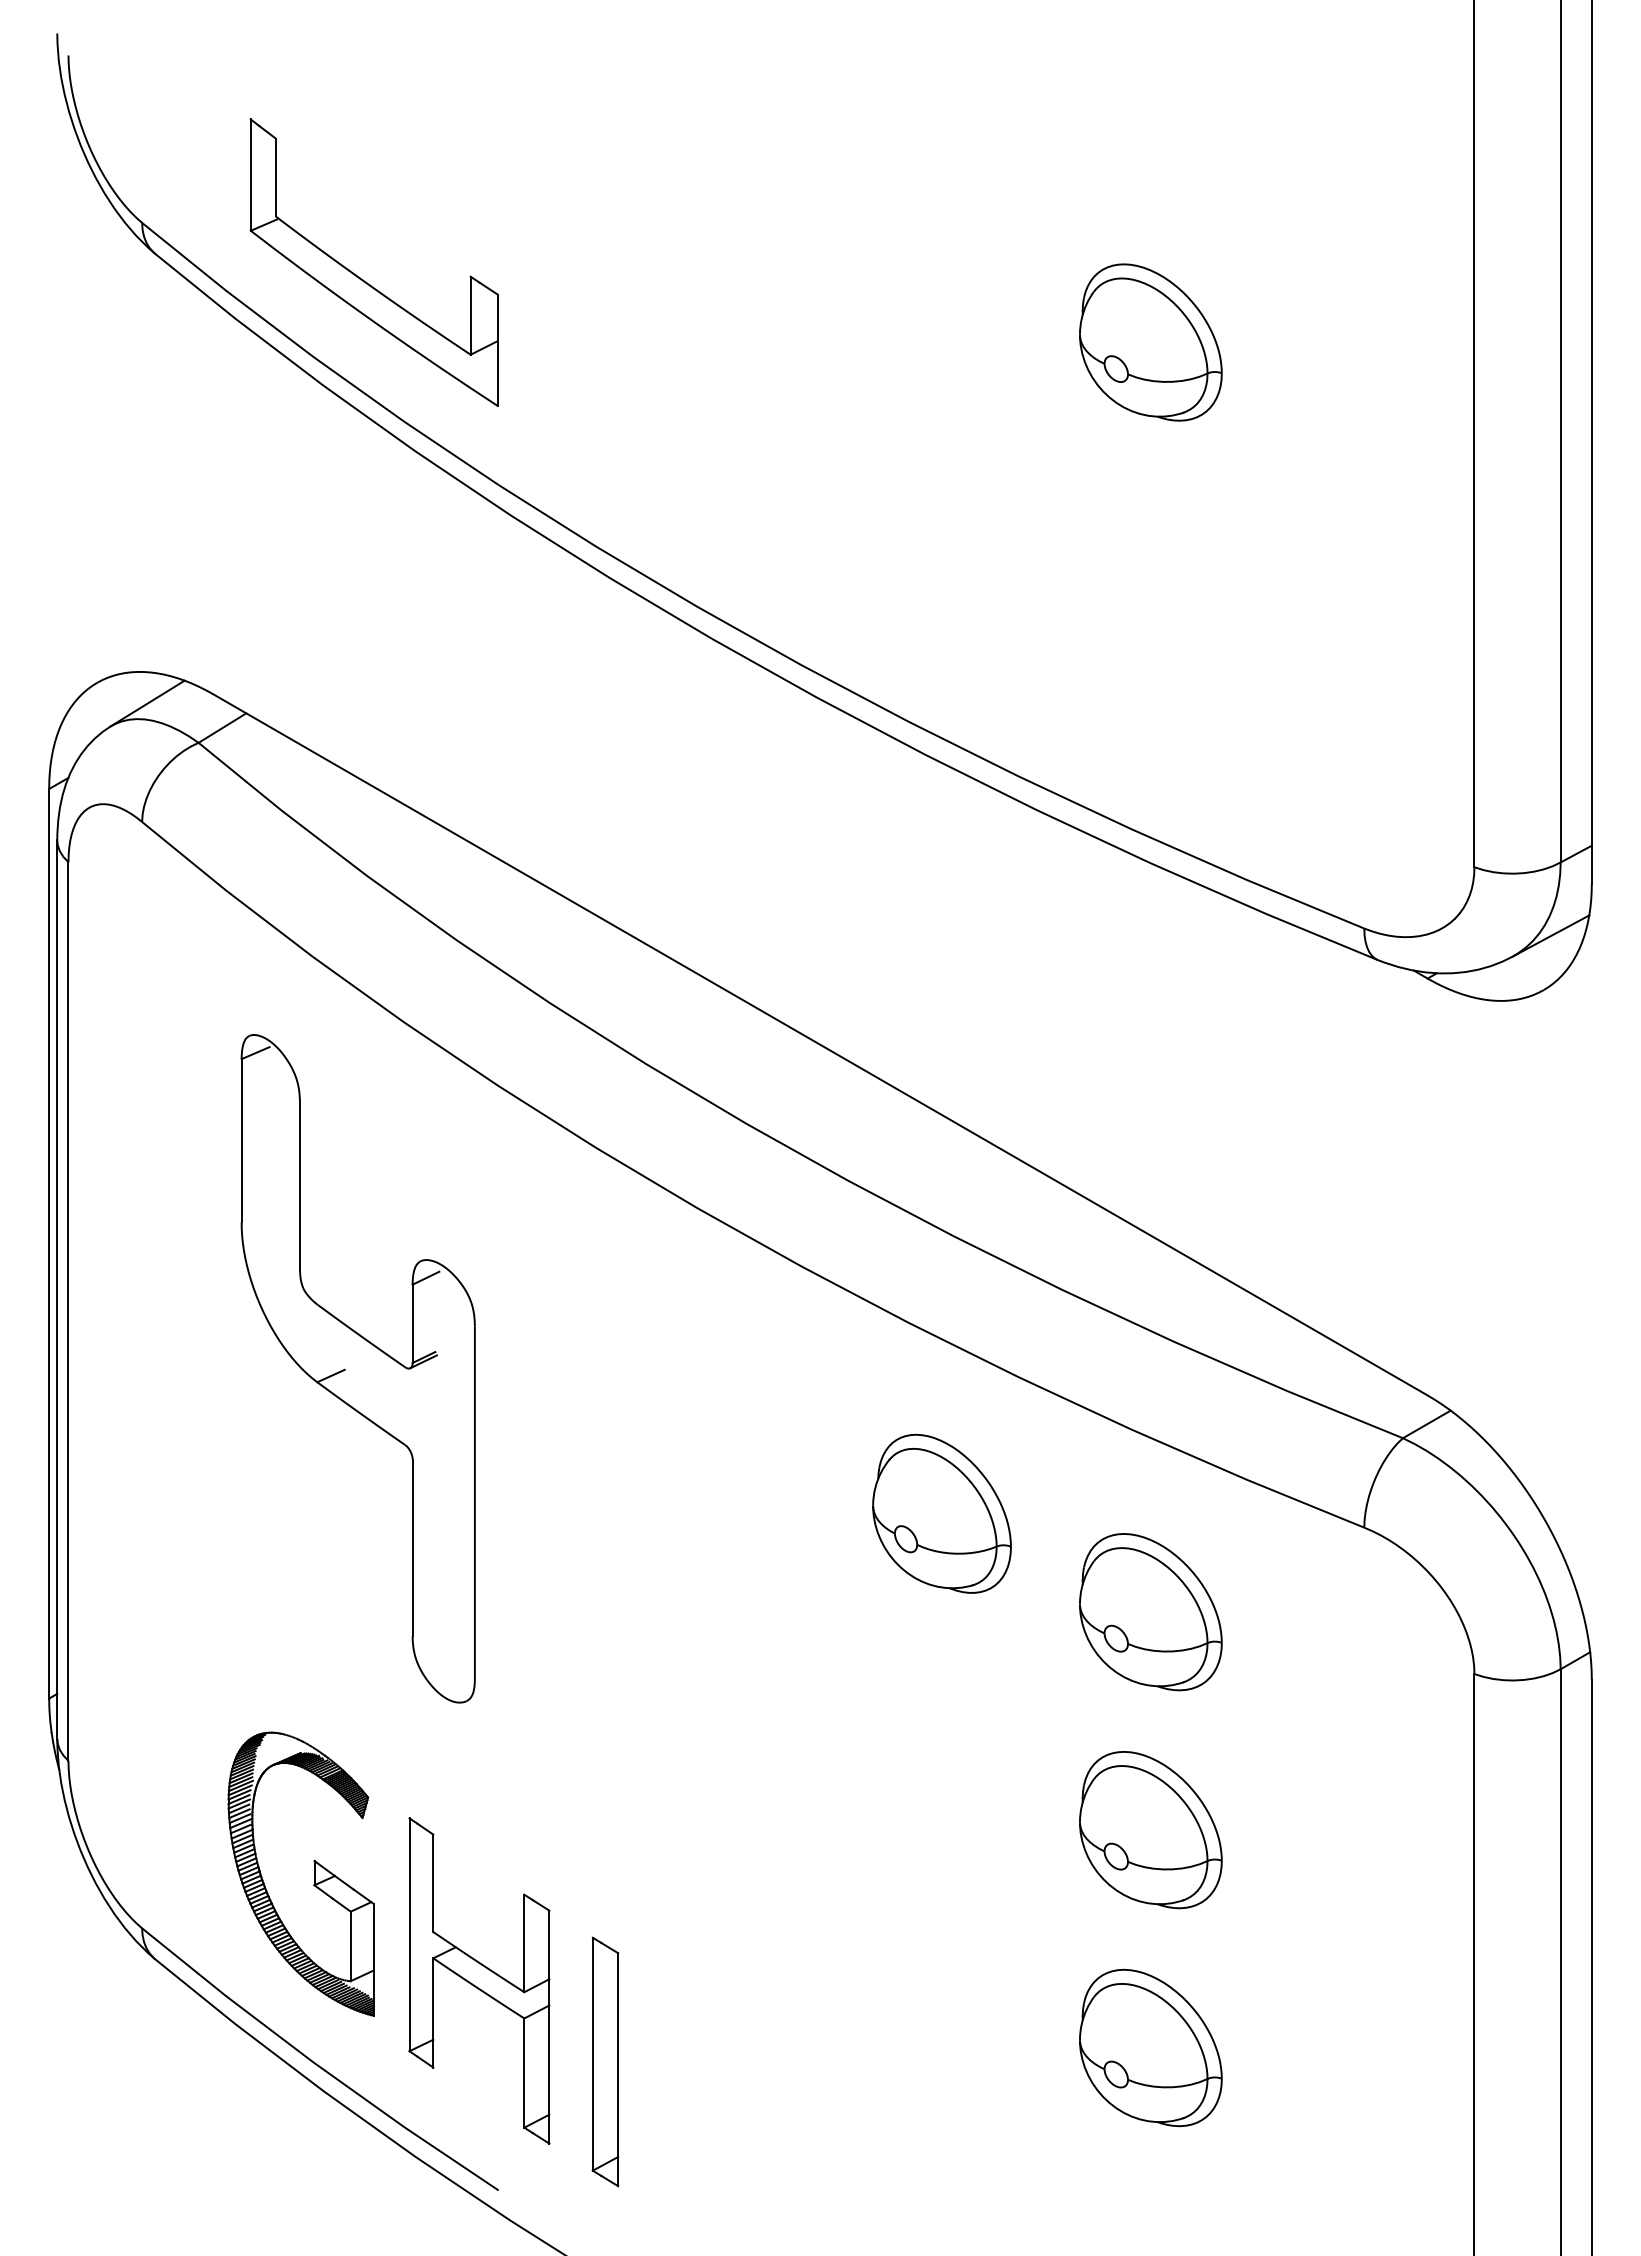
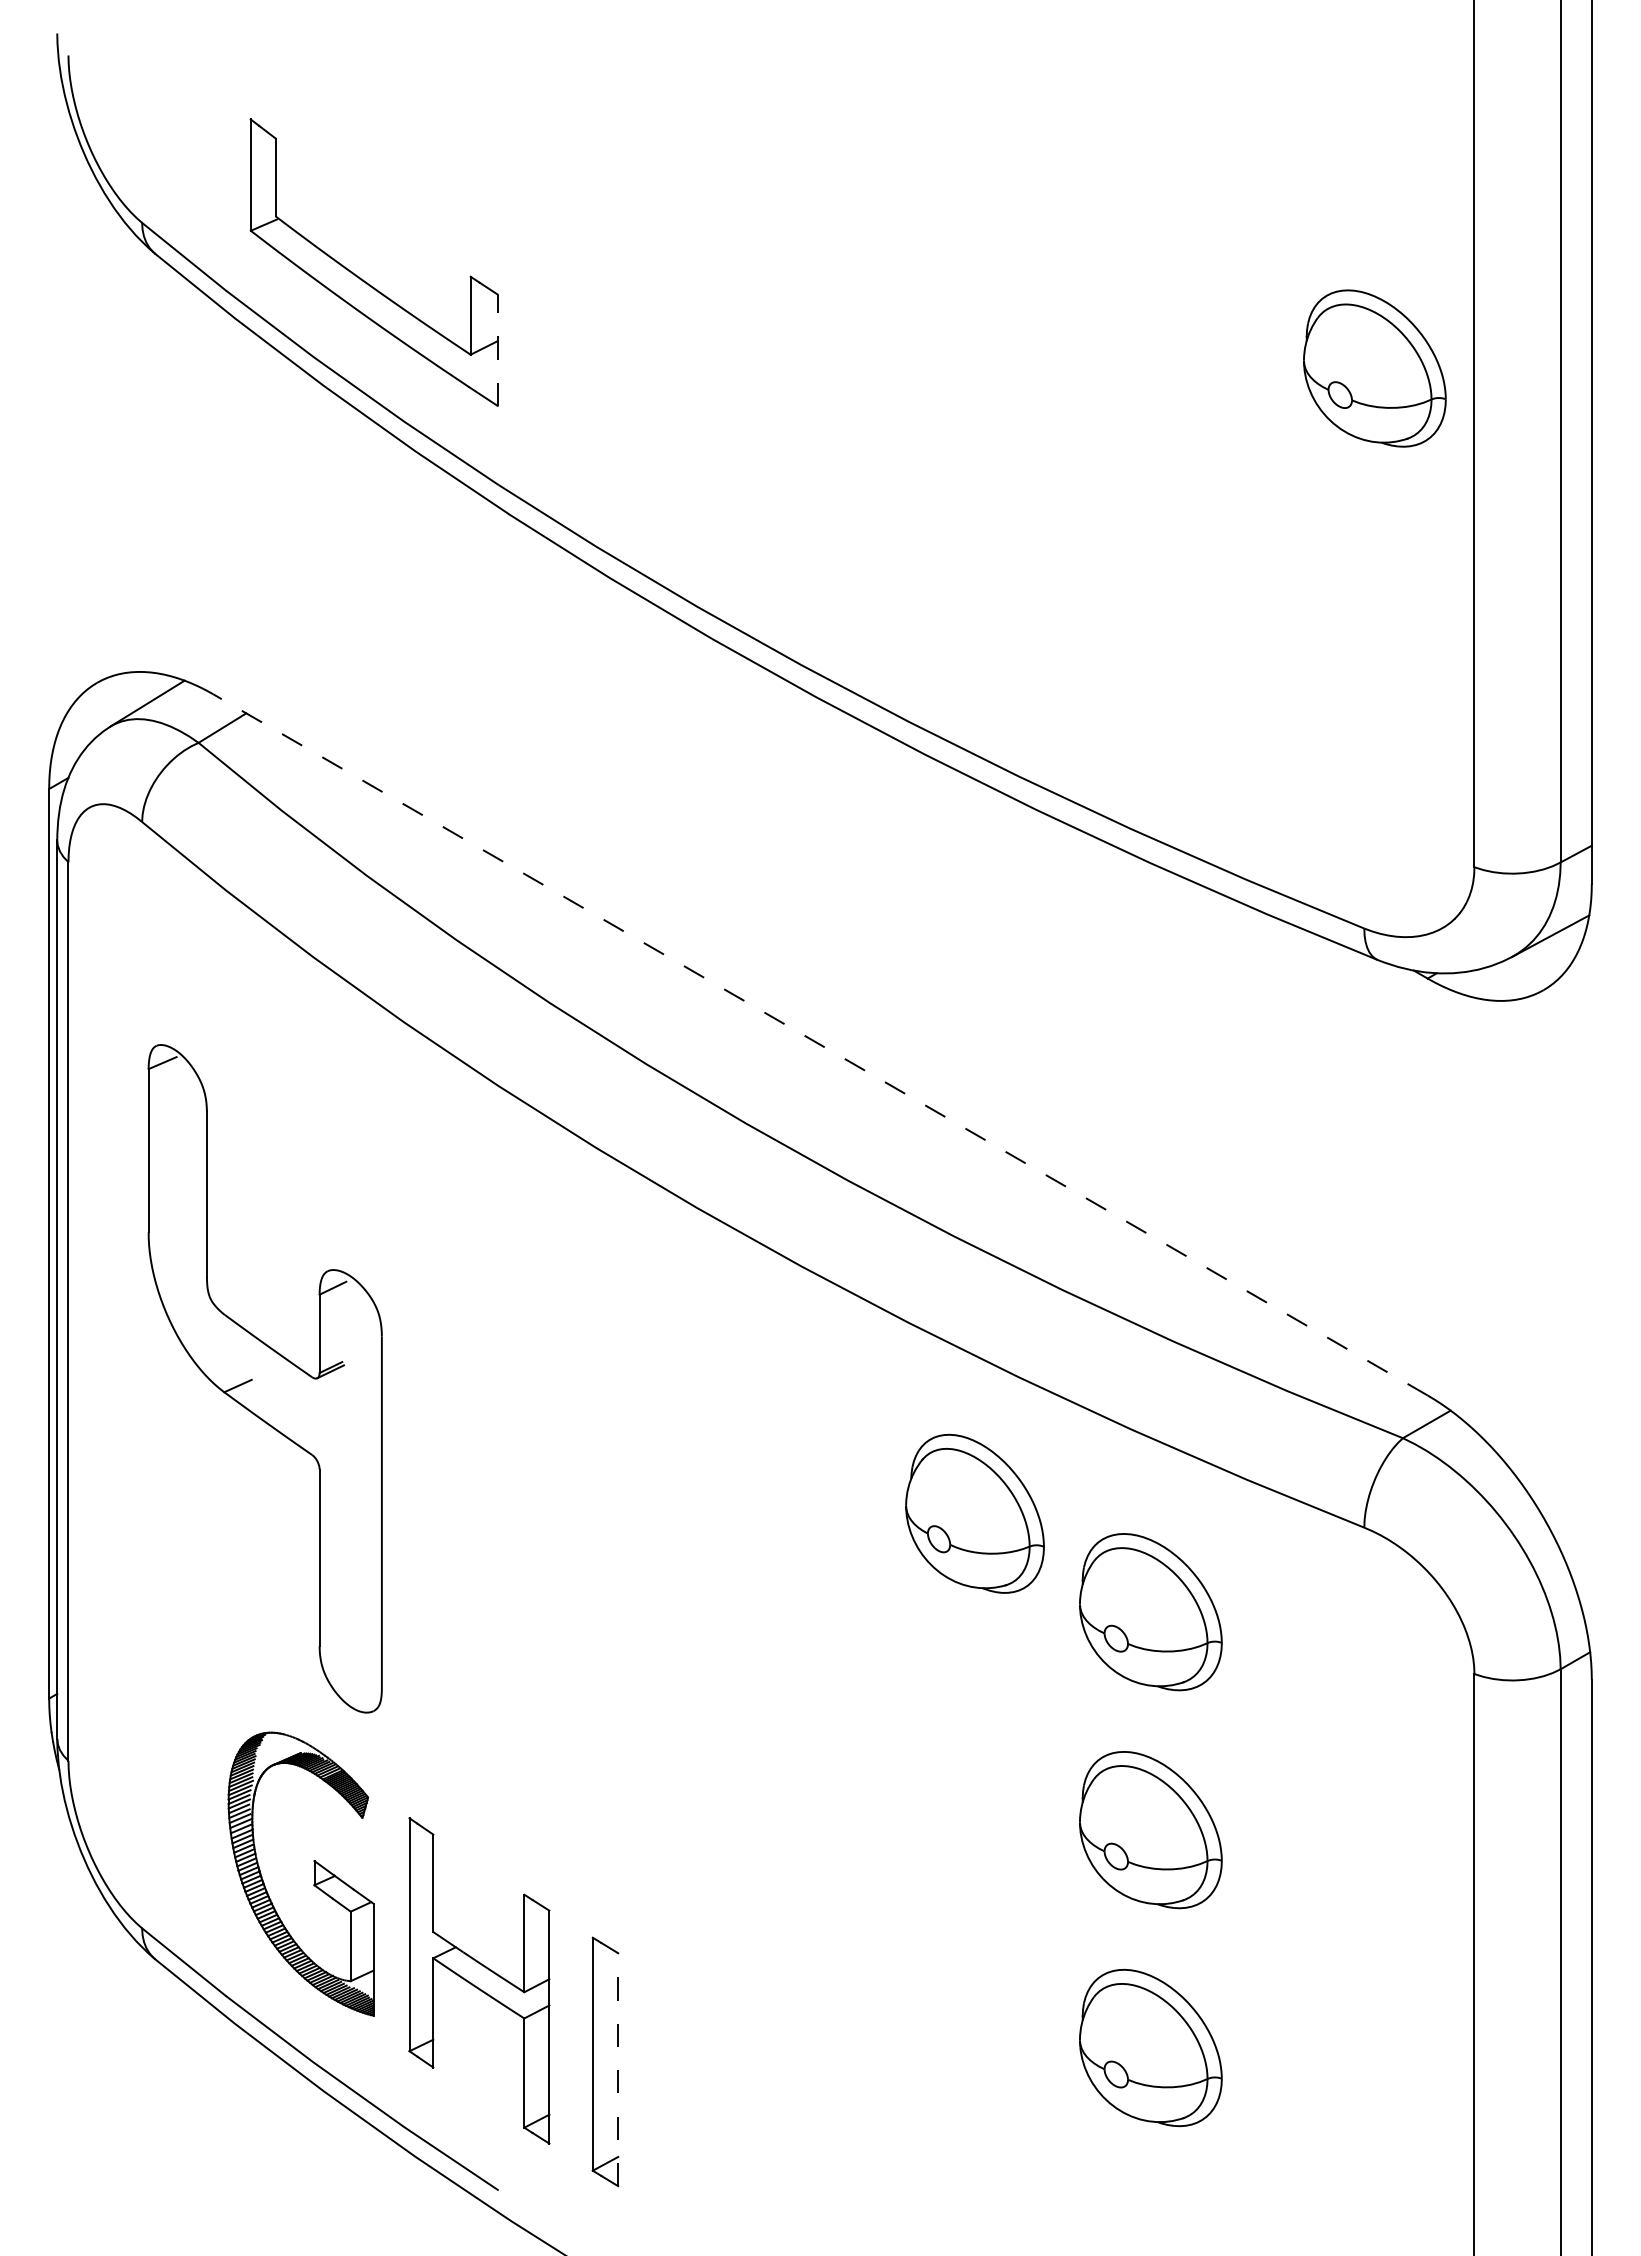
part at (1150, 342) position: (1150, 342) -> (1374, 368)
line at (497, 350): solid -> dashed
line at (820, 1044): solid -> dashed
part at (357, 1368) position: (357, 1368) -> (264, 1378)
part at (941, 1513) position: (941, 1513) -> (974, 1513)
line at (618, 2069): solid -> dashed
